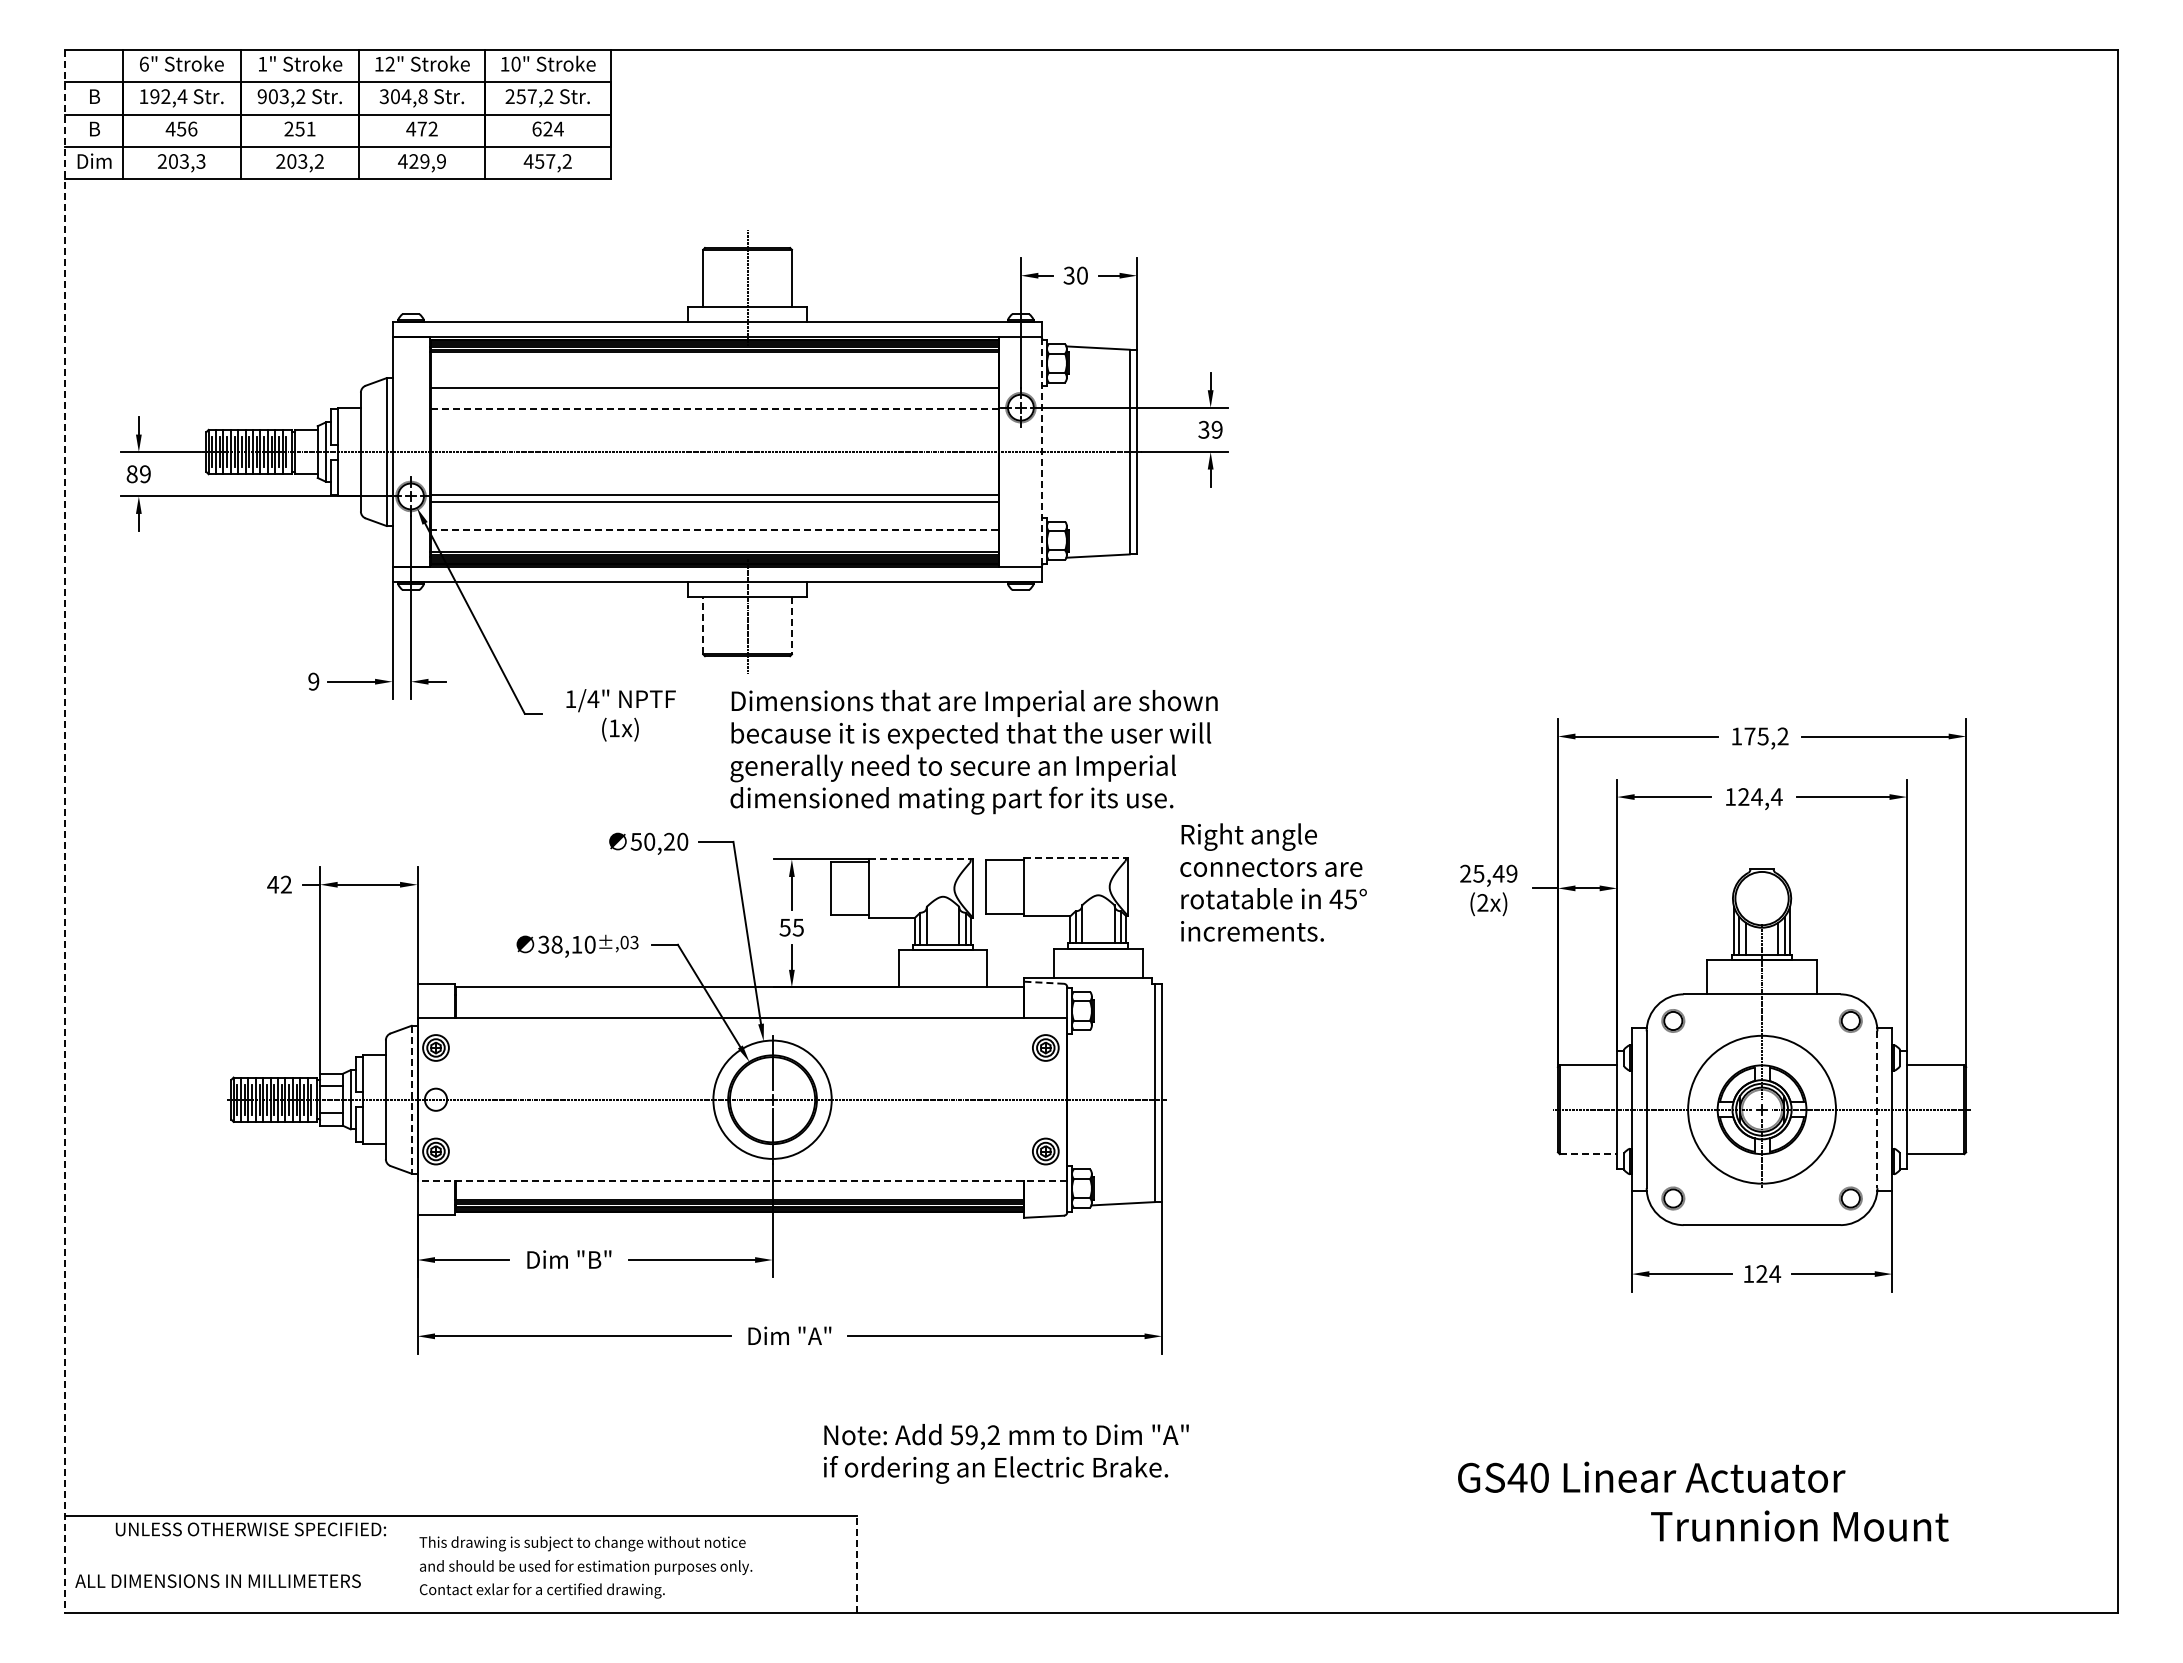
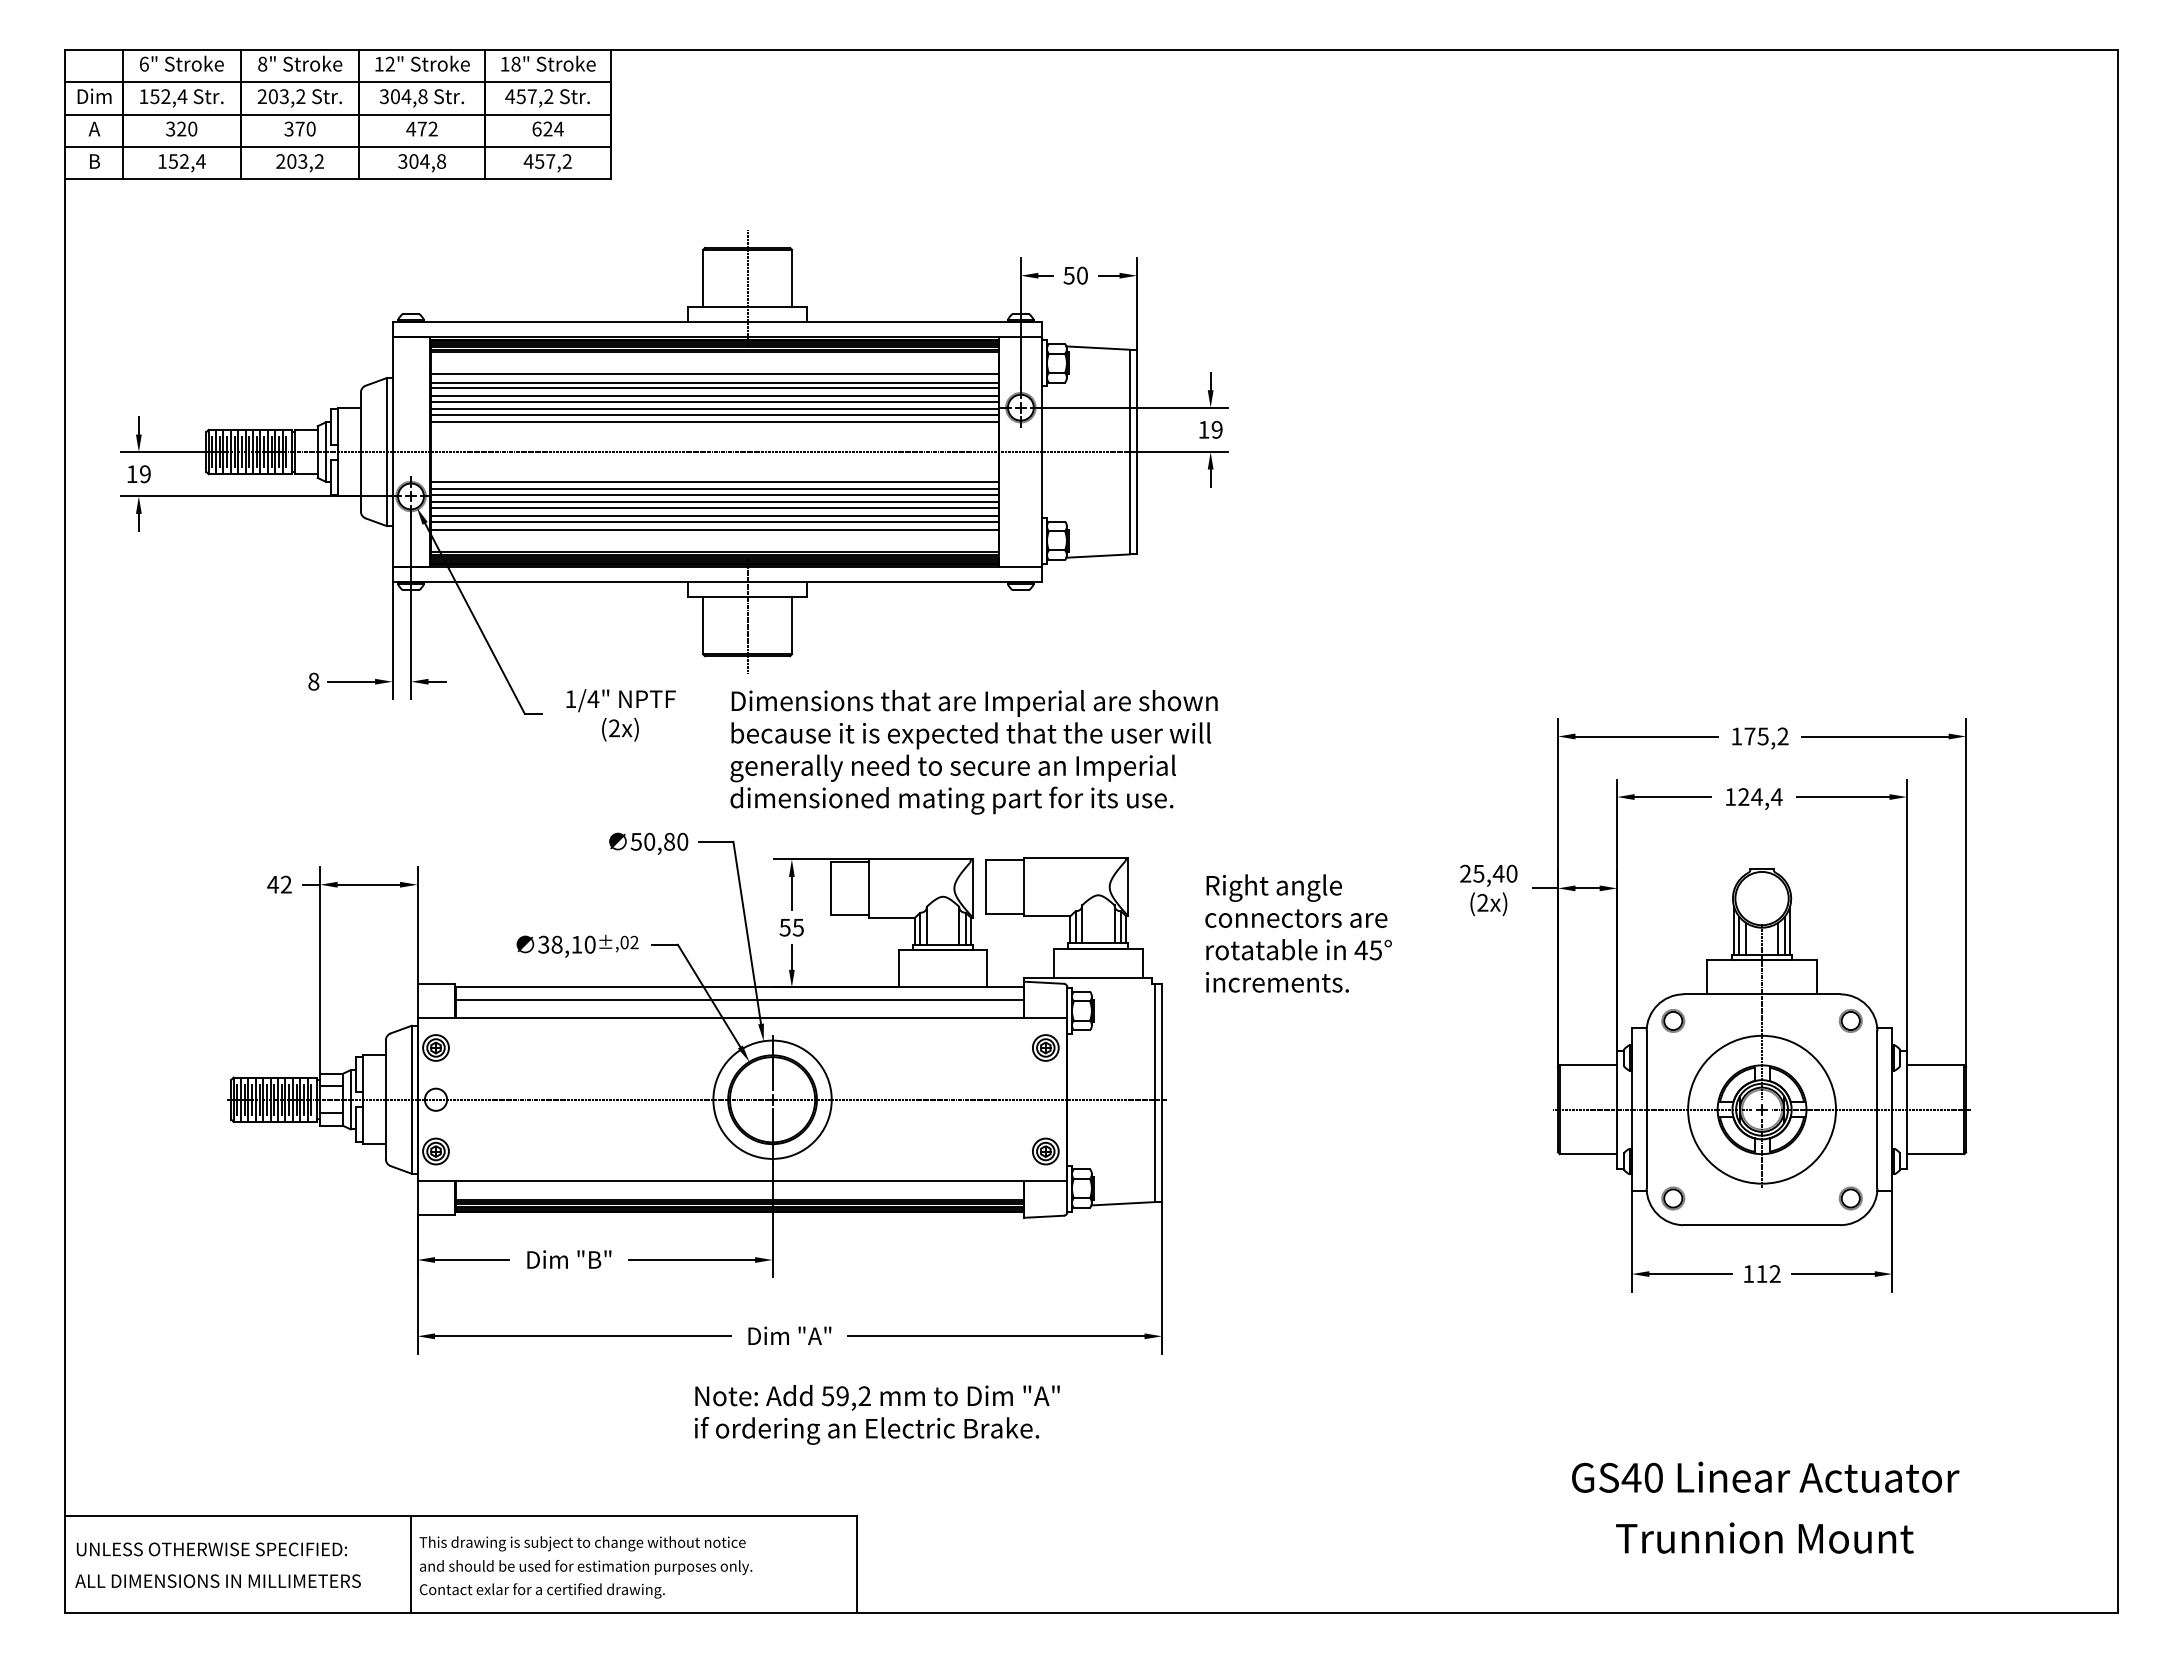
text at (262, 63): 1" -> 8"
text at (515, 64): 10" -> 18"
text at (94, 95): B -> Dim
text at (154, 96): 192,4 -> 152,4
text at (261, 96): 903,2 -> 203,2
text at (510, 96): 257,2 -> 457,2
text at (94, 128): B -> A
text at (181, 128): 456 -> 320
text at (299, 128): 251 -> 370
text at (94, 160): Dim -> B
text at (181, 161): 203,3 -> 152,4
text at (421, 161): 429,9 -> 304,8
text at (1069, 275): 30 -> 50
line at (714, 374): none -> present
line at (714, 382): none -> present
line at (714, 395): none -> present
line at (714, 401): none -> present
line at (715, 409): dashed -> solid
line at (714, 415): none -> present
line at (714, 422): none -> present
text at (1203, 429): 39 -> 19
line at (1042, 451): dashed -> solid
text at (131, 474): 89 -> 19
line at (714, 481): none -> present
line at (714, 489): none -> present
line at (714, 508): none -> present
line at (714, 515): none -> present
line at (714, 521): none -> present
line at (714, 529): dashed -> solid
line at (703, 625): dashed -> solid
line at (791, 625): dashed -> solid
text at (313, 681): 9 -> 8
text at (614, 728): (1x) -> (2x)
line at (65, 831): dashed -> solid
text at (669, 841): 50,20 -> 50,80
line at (1075, 858): dashed -> solid
line at (919, 859): dashed -> solid
text at (1511, 873): 25,49 -> 25,40
text at (1273, 882) position: (1273, 882) -> (1298, 933)
text at (634, 942): ±,03 -> ±,02
line at (1044, 982): dashed -> solid
line at (739, 999): none -> present
line at (411, 1099): dashed -> solid
line at (1877, 1110): dashed -> solid
line at (1588, 1154): dashed -> solid
line at (742, 1181): dashed -> solid
text at (1768, 1273): 124 -> 112
text at (1005, 1453) position: (1005, 1453) -> (876, 1414)
text at (1651, 1476) position: (1651, 1476) -> (1765, 1476)
text at (1799, 1525) position: (1799, 1525) -> (1764, 1537)
text at (250, 1529) position: (250, 1529) -> (211, 1549)
line at (411, 1564): none -> present
line at (856, 1564): dashed -> solid
